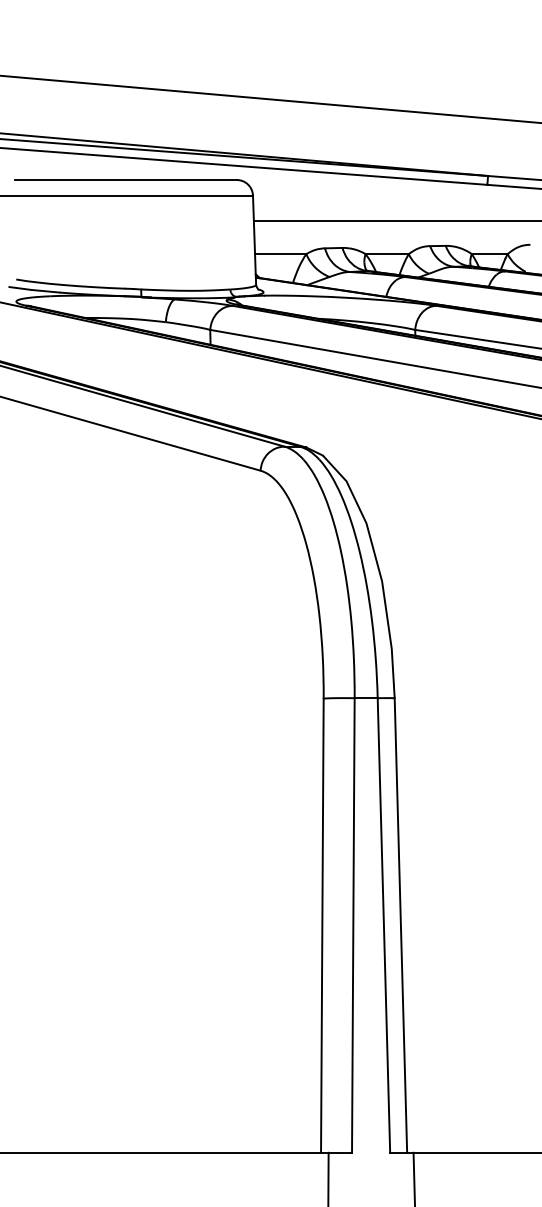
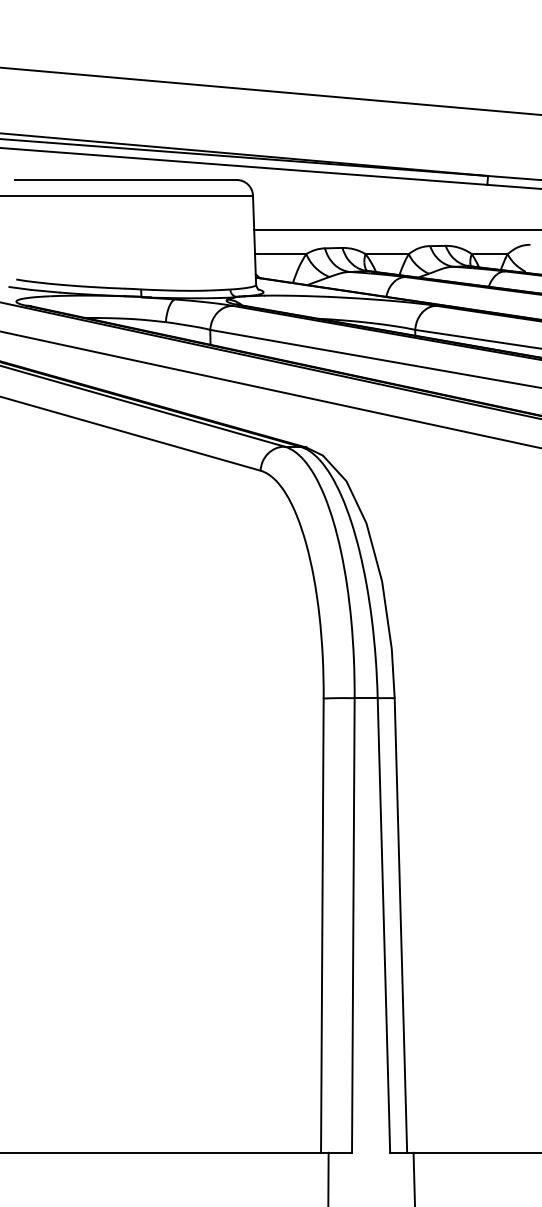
line at (270, 98) position: (270, 98) -> (270, 90)
line at (396, 221) position: (396, 221) -> (396, 230)
line at (270, 389): none -> present
